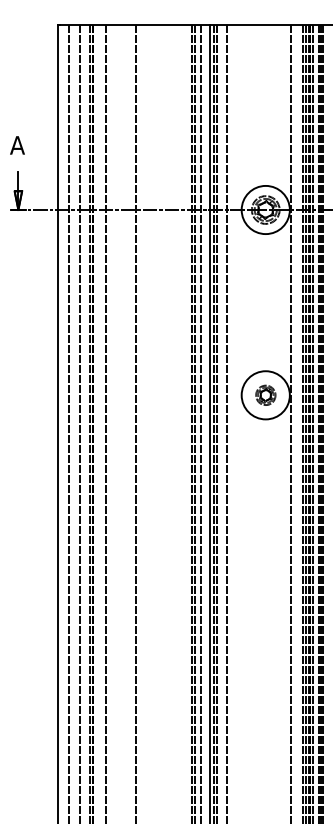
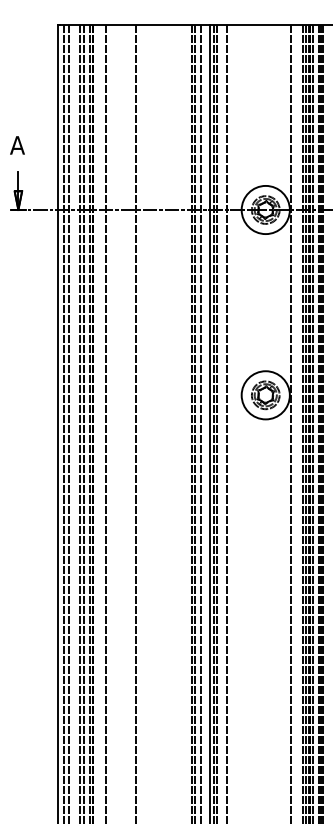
part at (265, 394) size: 22x22 px -> 30x31 px
line at (63, 422): none -> present
line at (84, 422): none -> present
